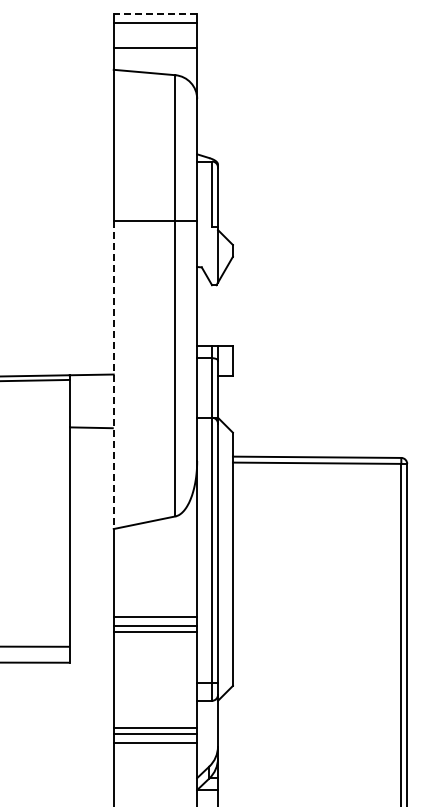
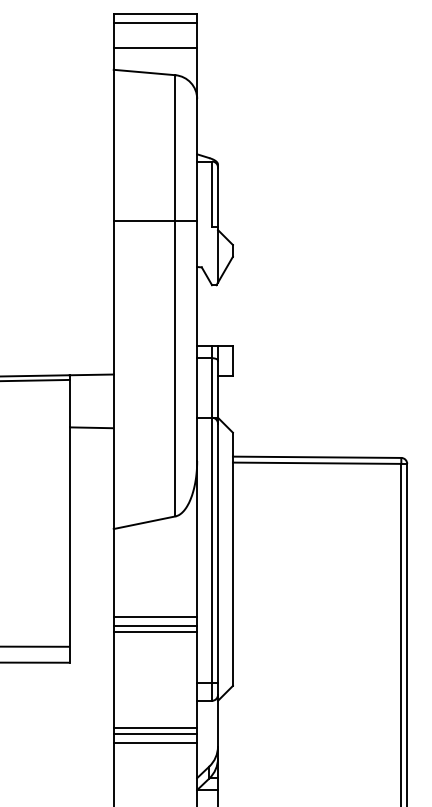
line at (155, 14): dashed -> solid
line at (113, 375): dashed -> solid
